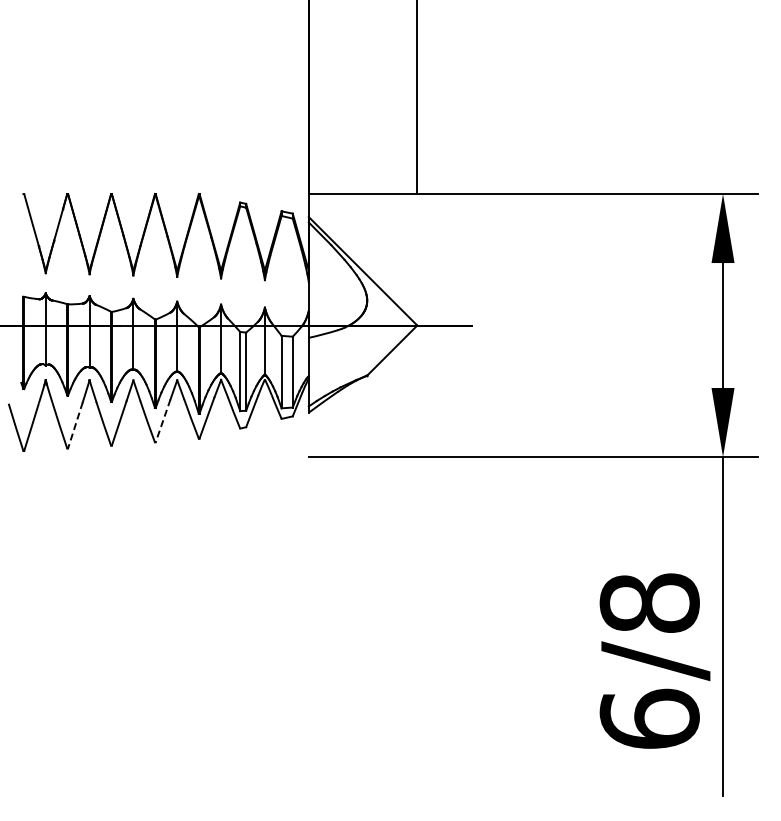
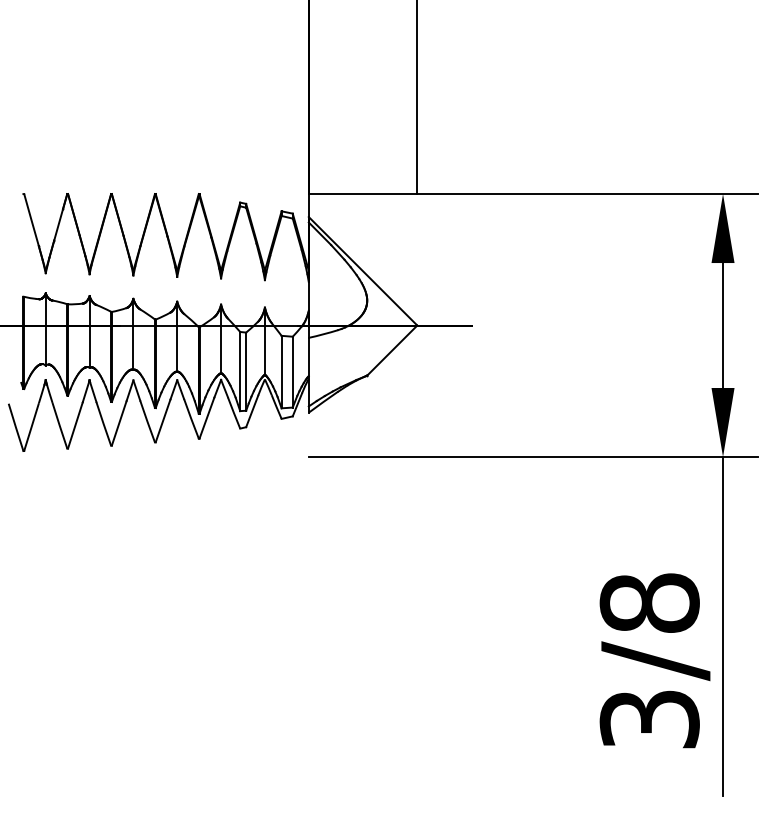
line at (163, 420): dashed -> solid
line at (75, 425): dashed -> solid
text at (649, 718): 6/8 -> 3/8
